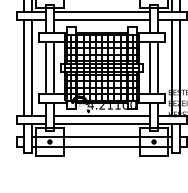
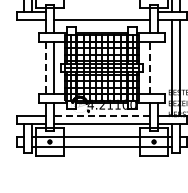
line at (101, 11): present -> none
line at (45, 67): solid -> dashed
line at (149, 67): solid -> dashed
line at (158, 67): present -> none
line at (23, 68): present -> none
line at (32, 68): present -> none
line at (102, 116): solid -> dashed
